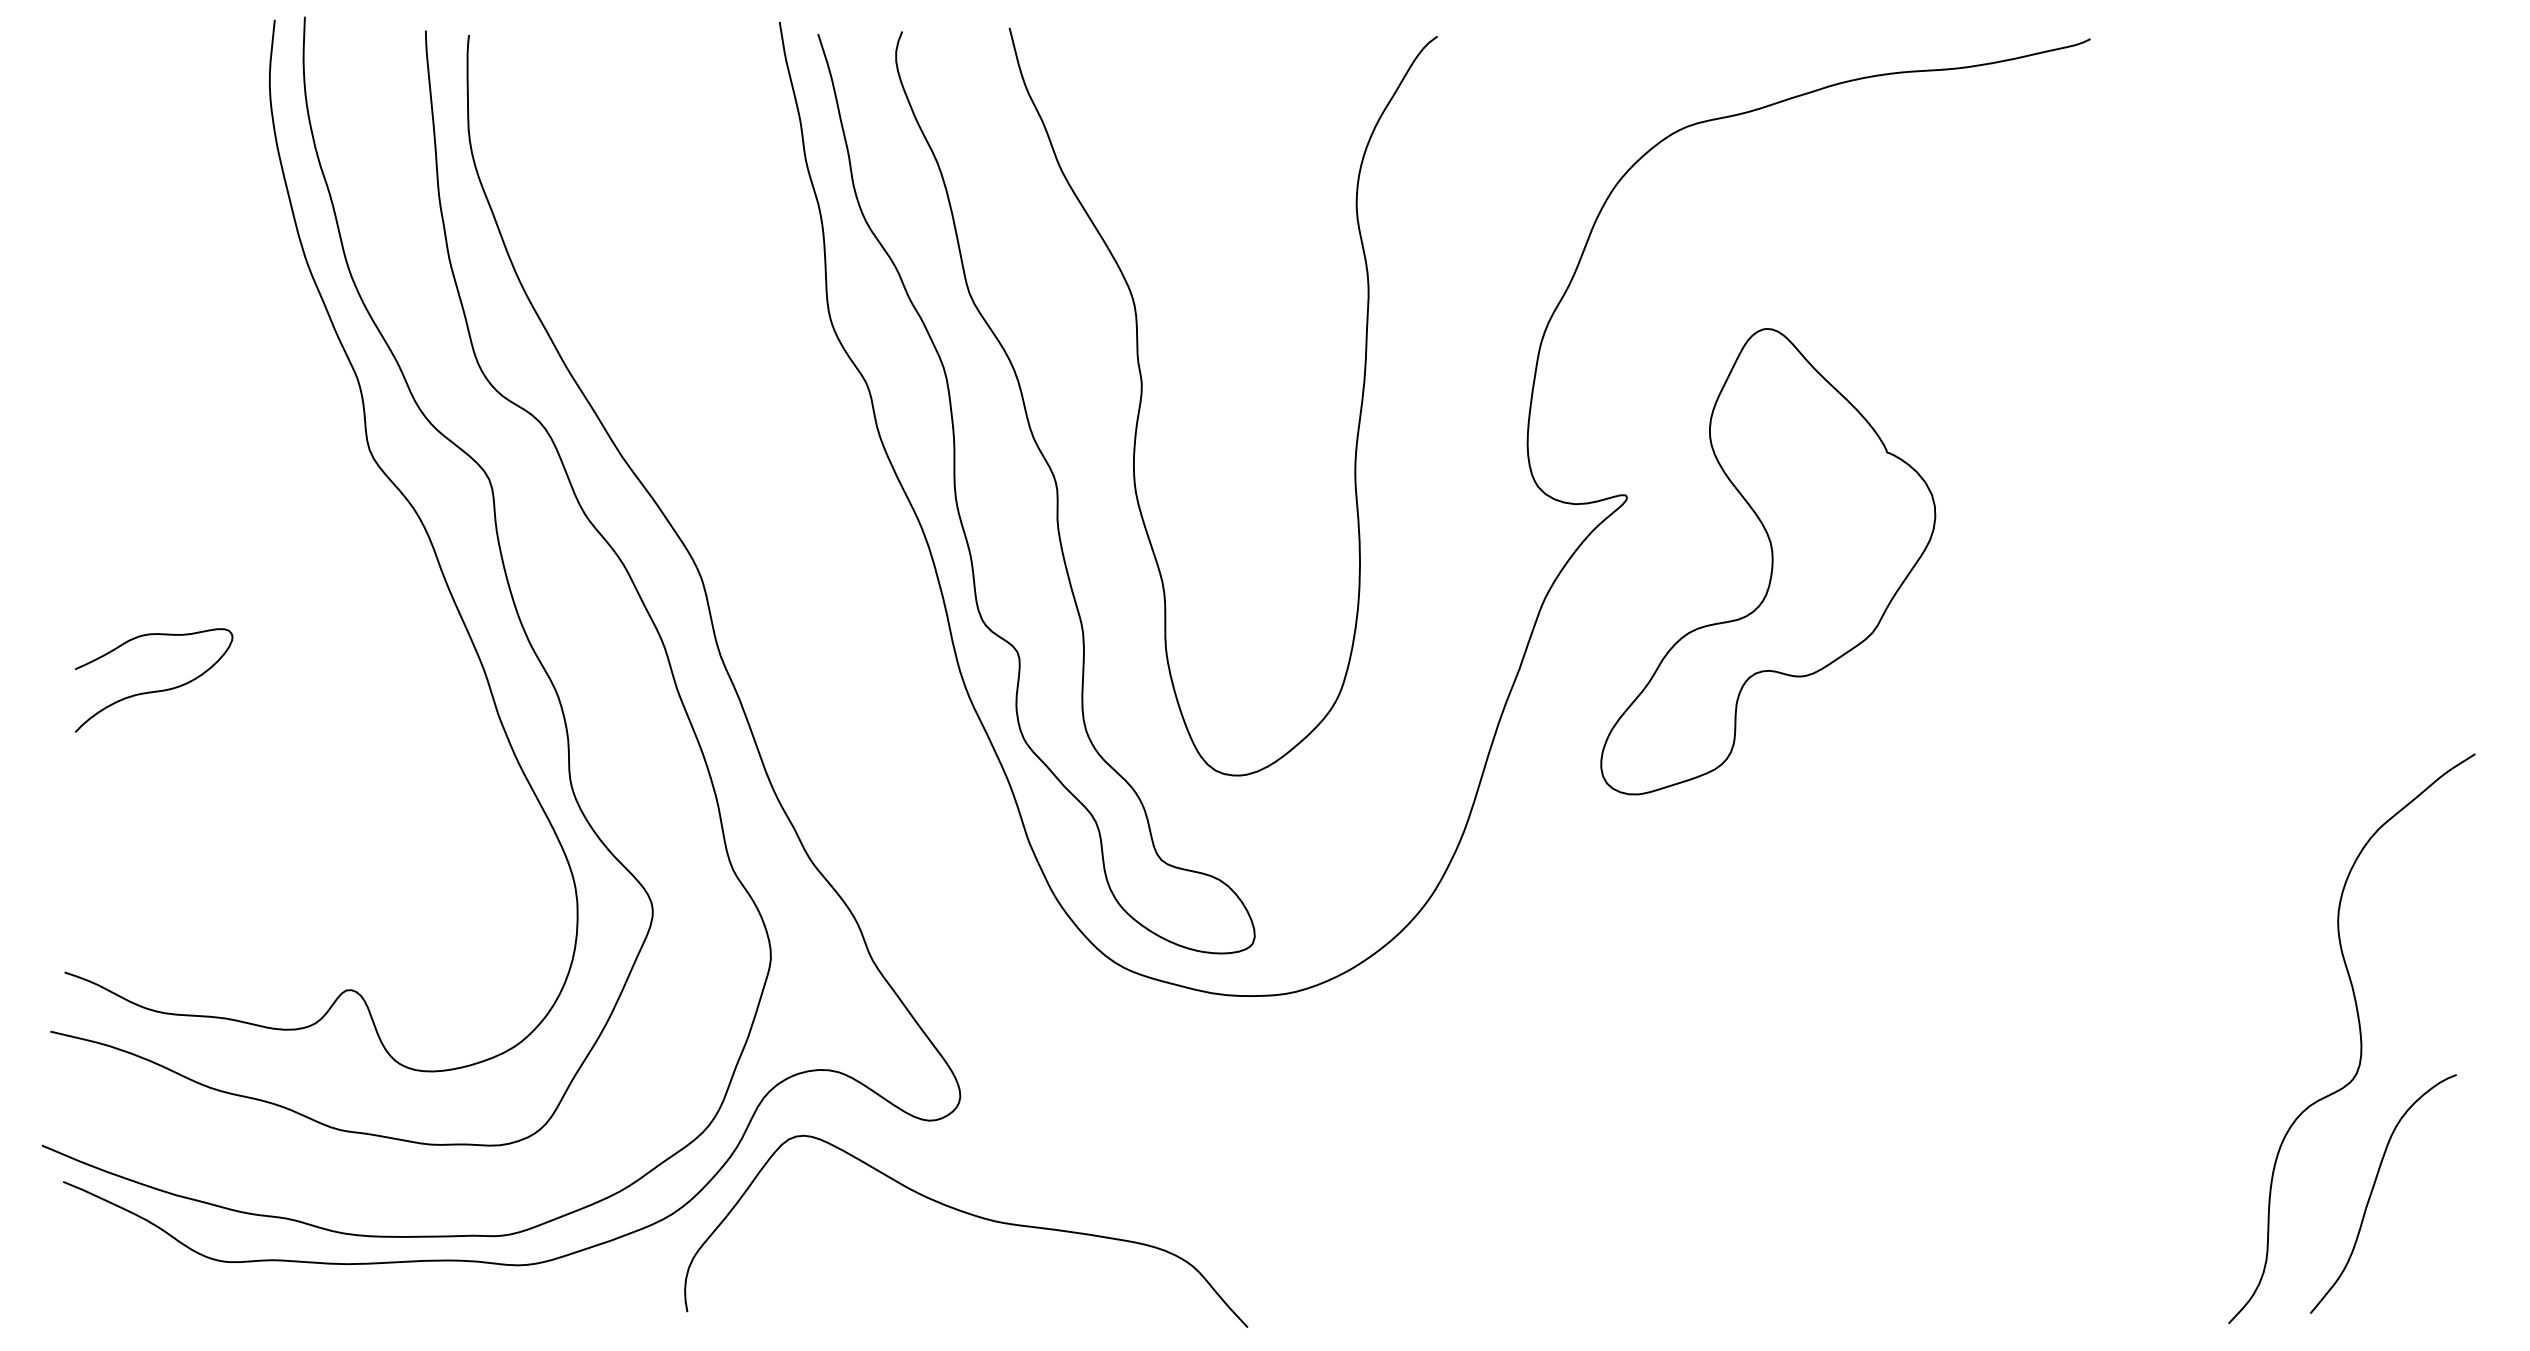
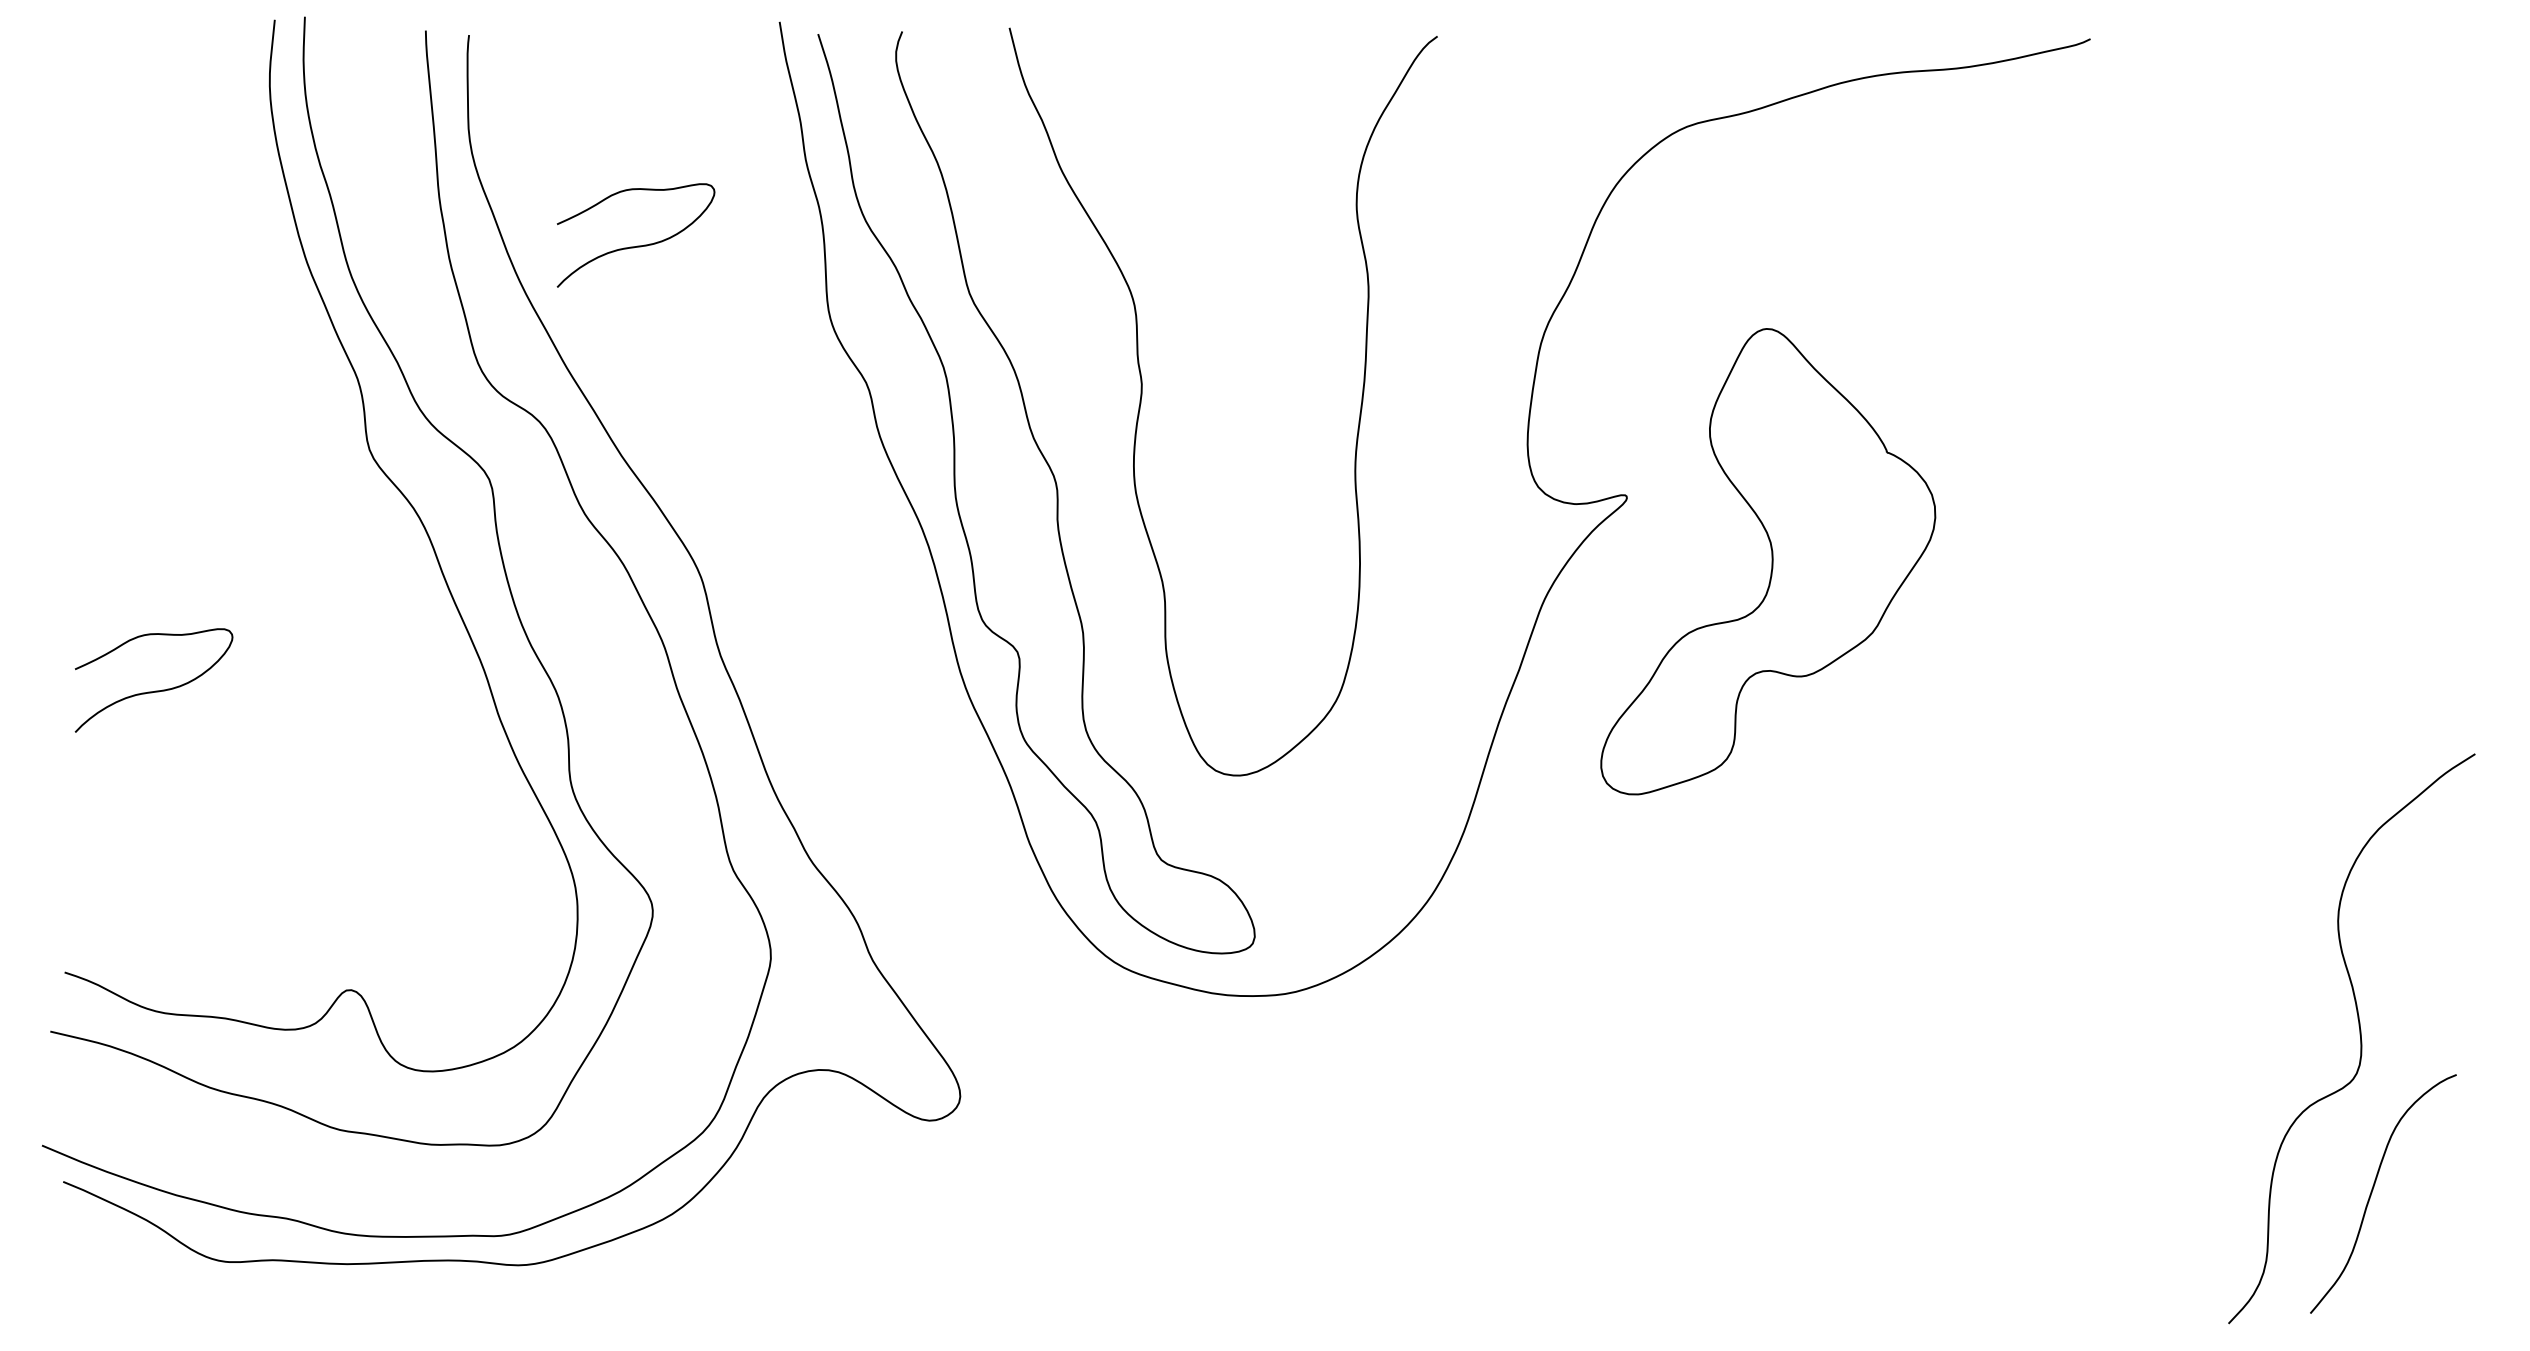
curve at (637, 245): none -> present
curve at (970, 1215): present -> none
